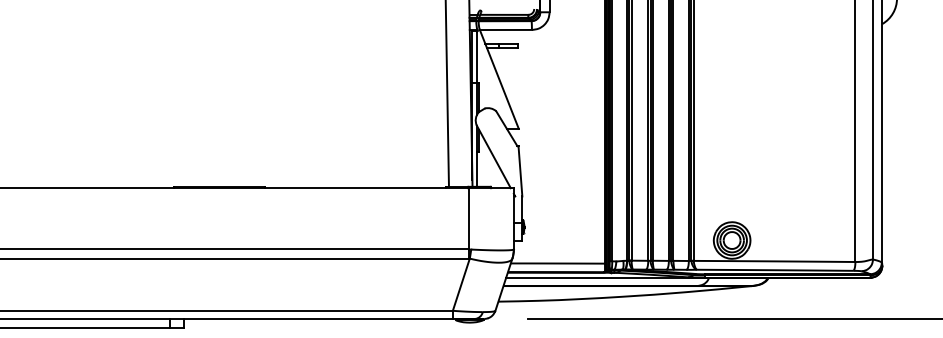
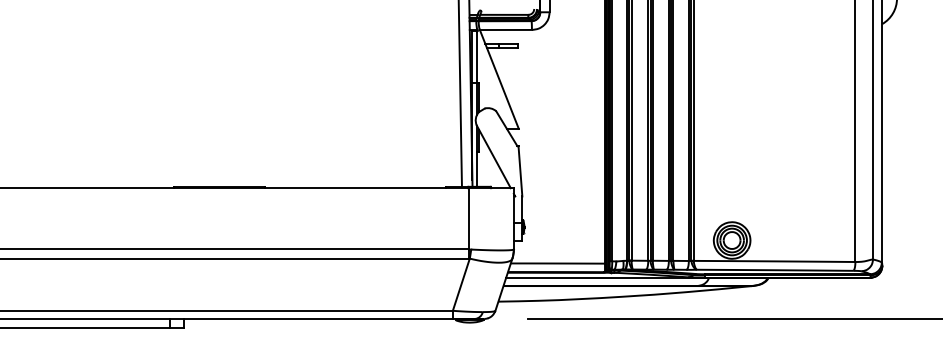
line at (446, 94) position: (446, 94) -> (459, 94)
